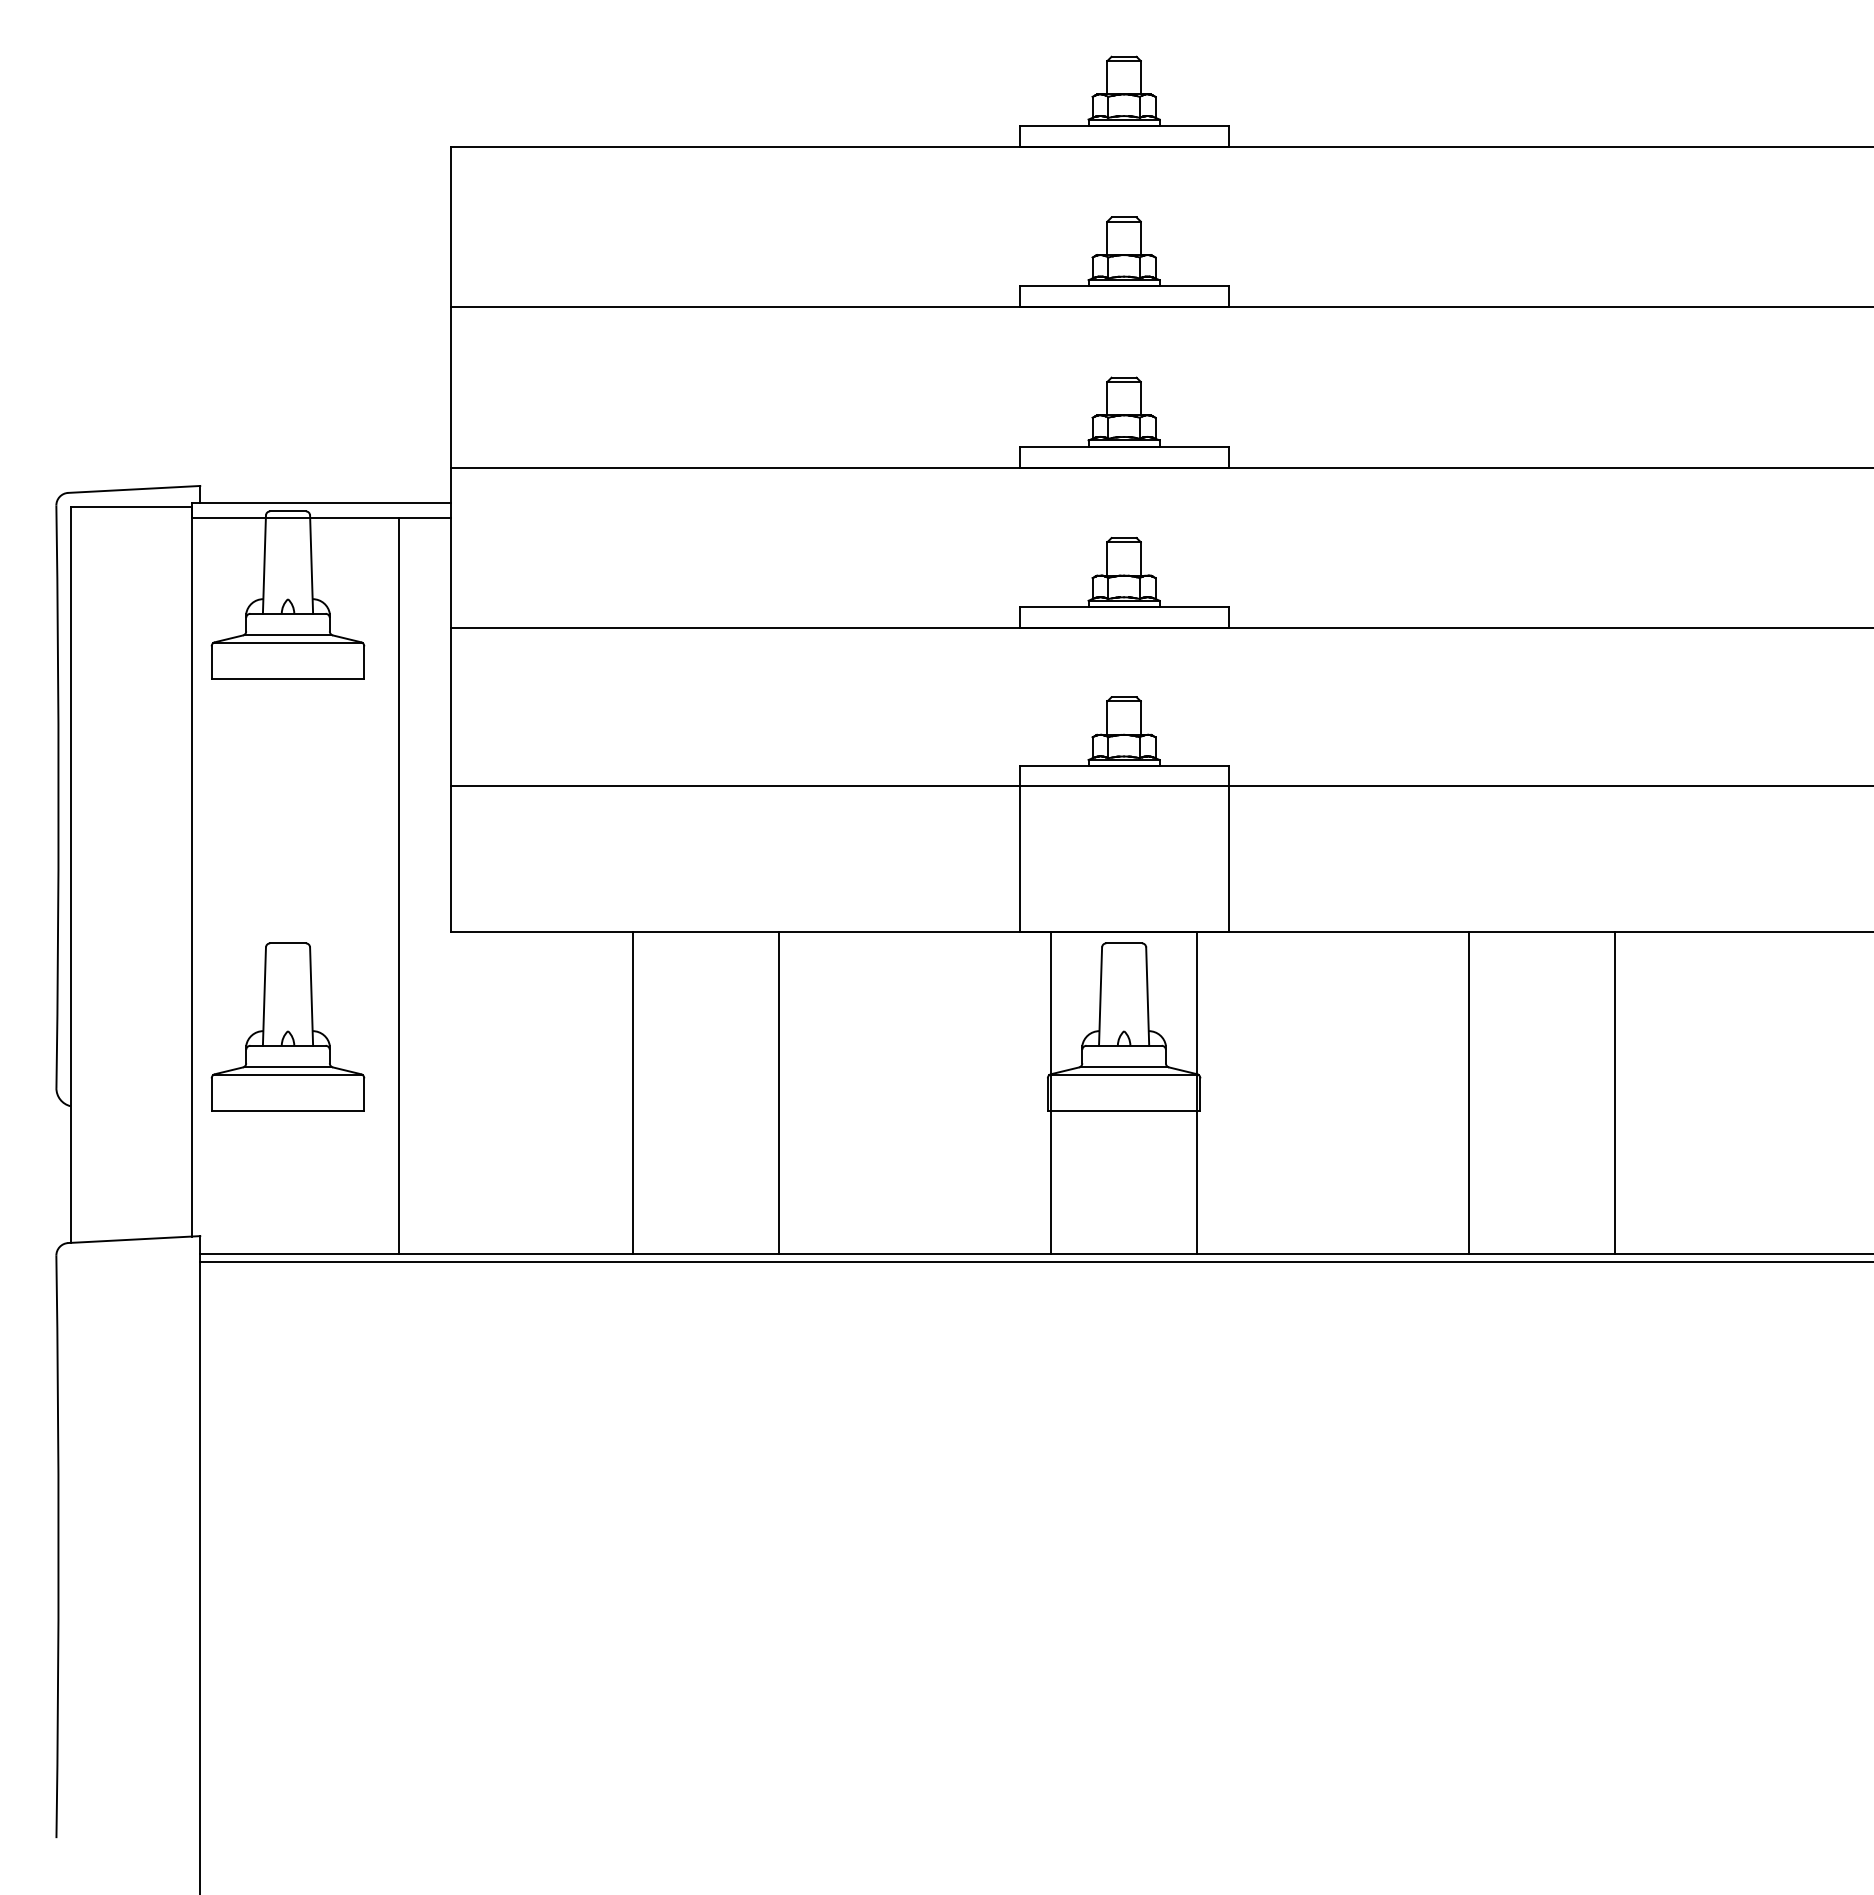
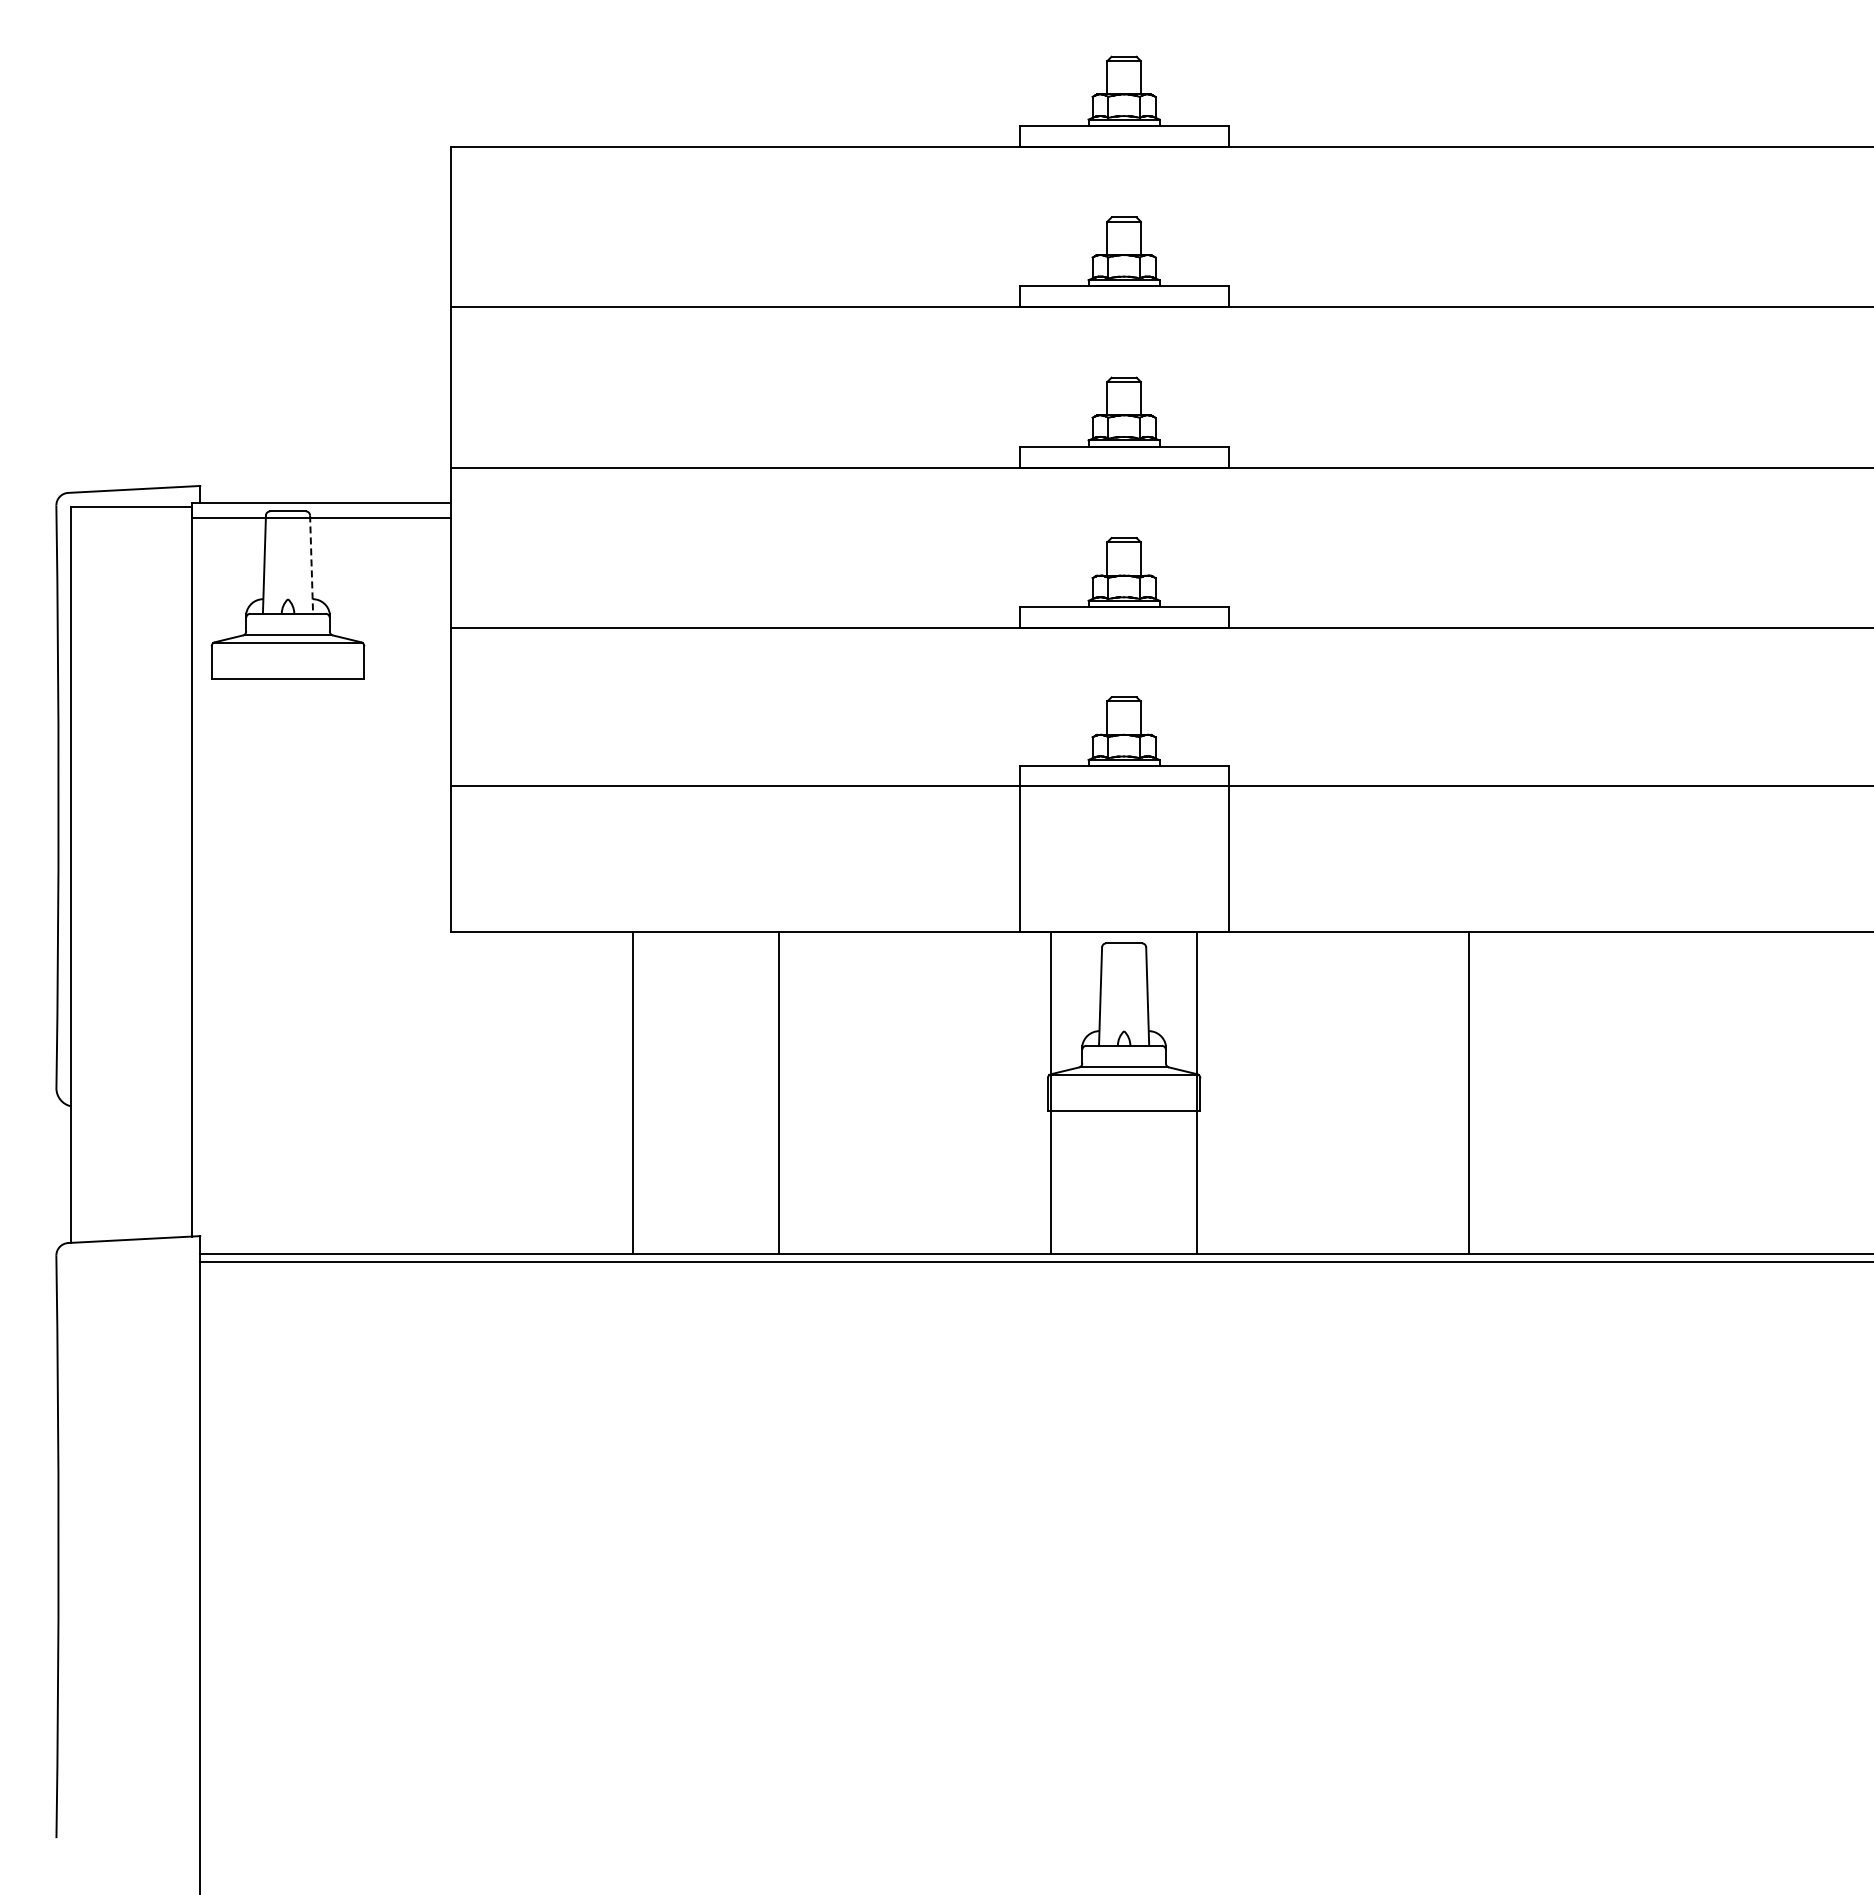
line at (311, 565): solid -> dashed
line at (398, 885): present -> none
part at (287, 1026): present -> none
line at (1615, 1092): present -> none
